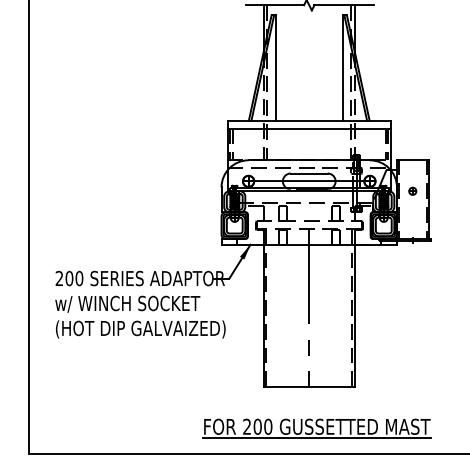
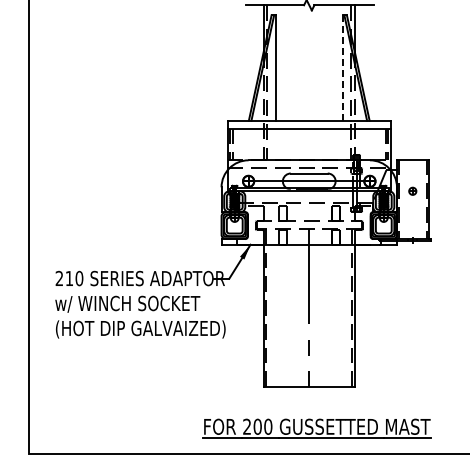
line at (342, 68): solid -> dashed
text at (69, 278): 200 -> 210
